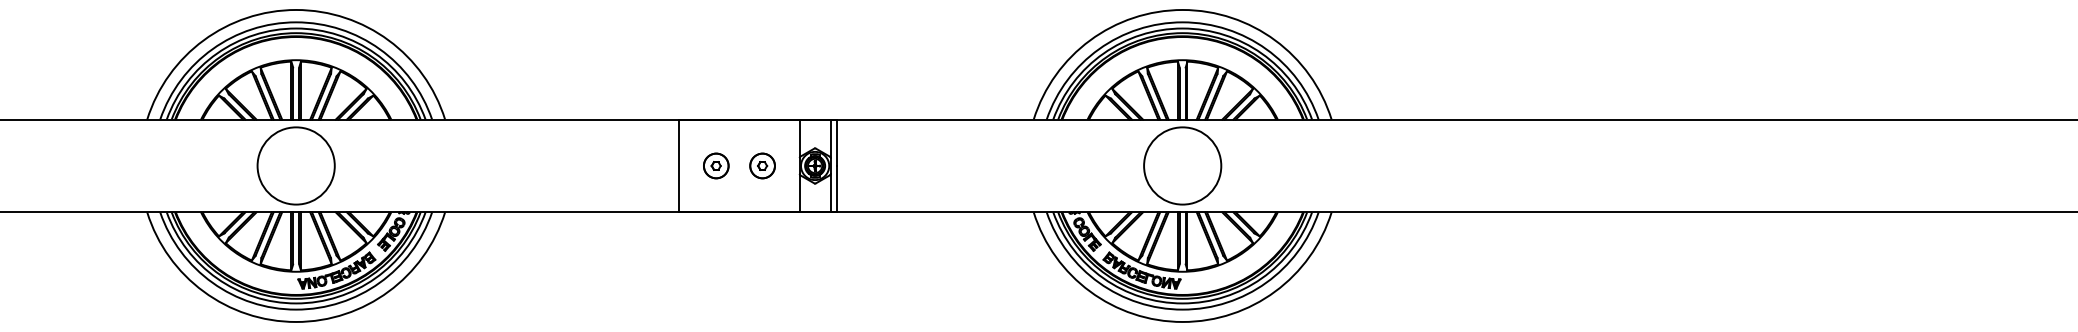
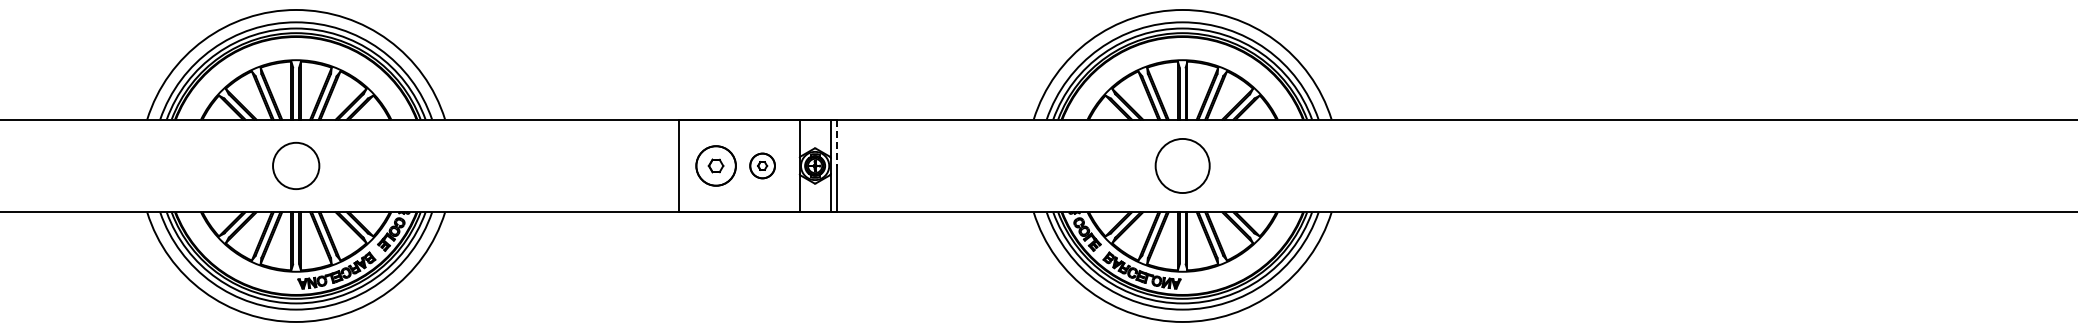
line at (836, 143): solid -> dashed
circle at (295, 165) diameter: 77 px -> 46 px
part at (716, 165) size: 27x28 px -> 42x42 px
circle at (1182, 165) diameter: 77 px -> 54 px
